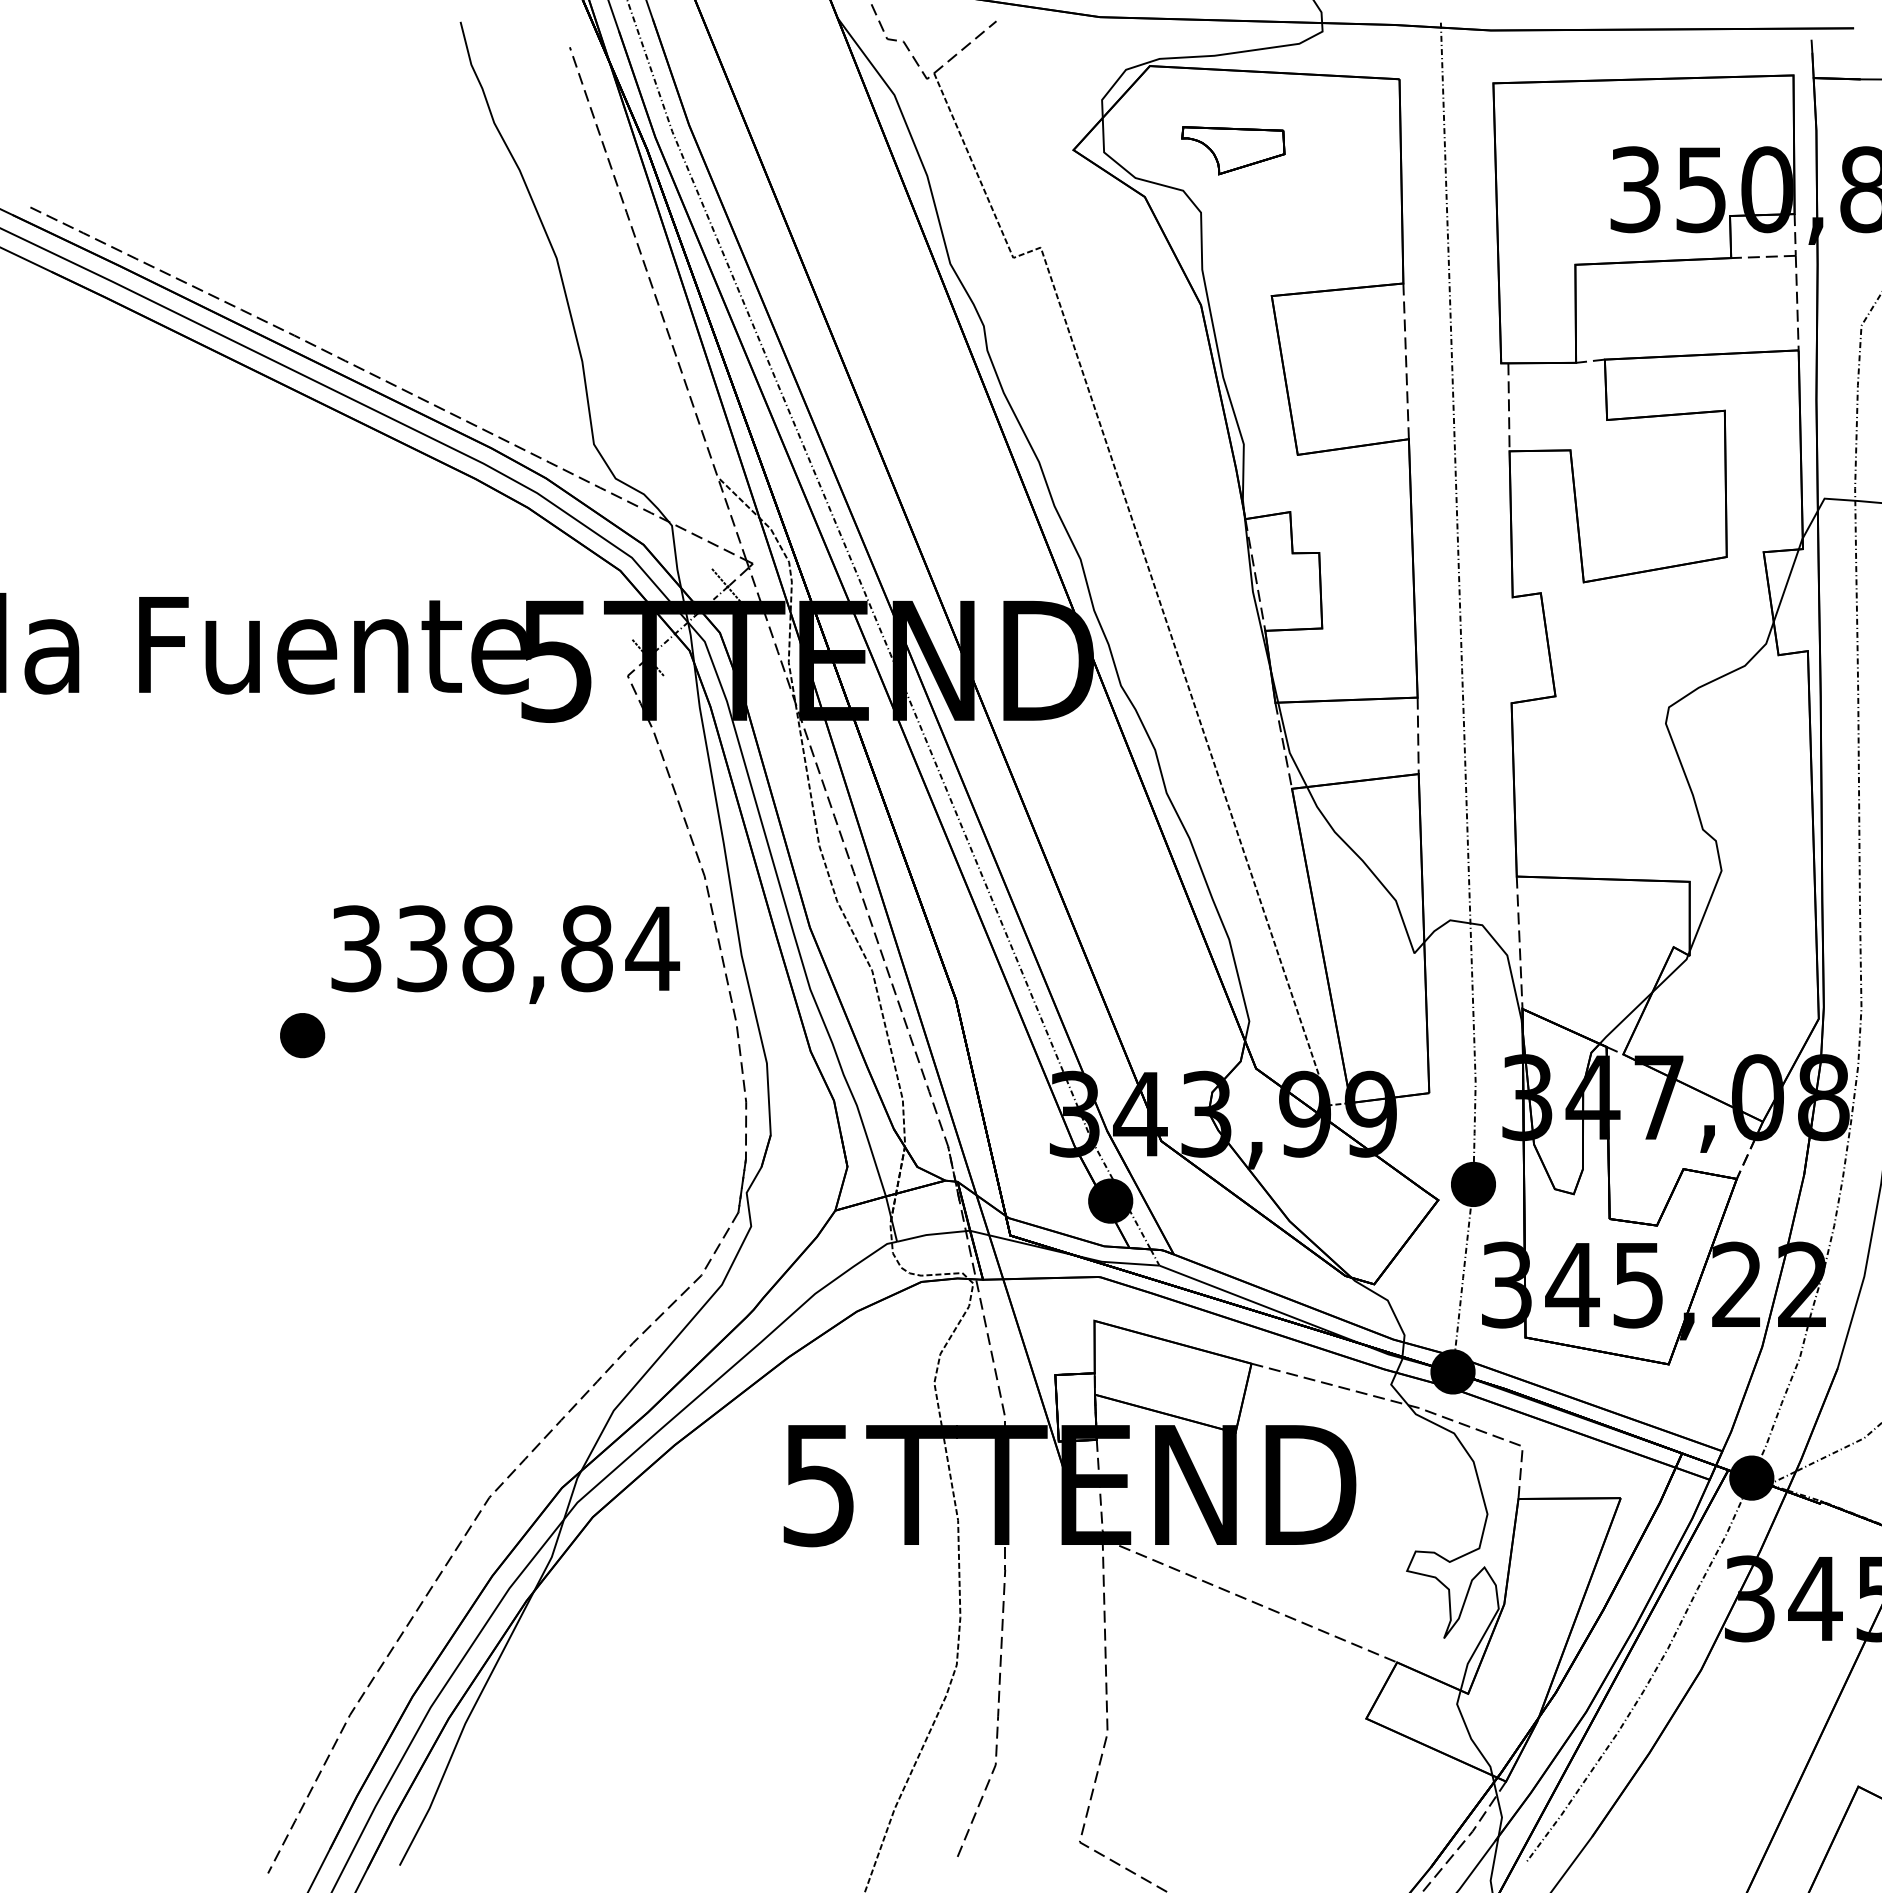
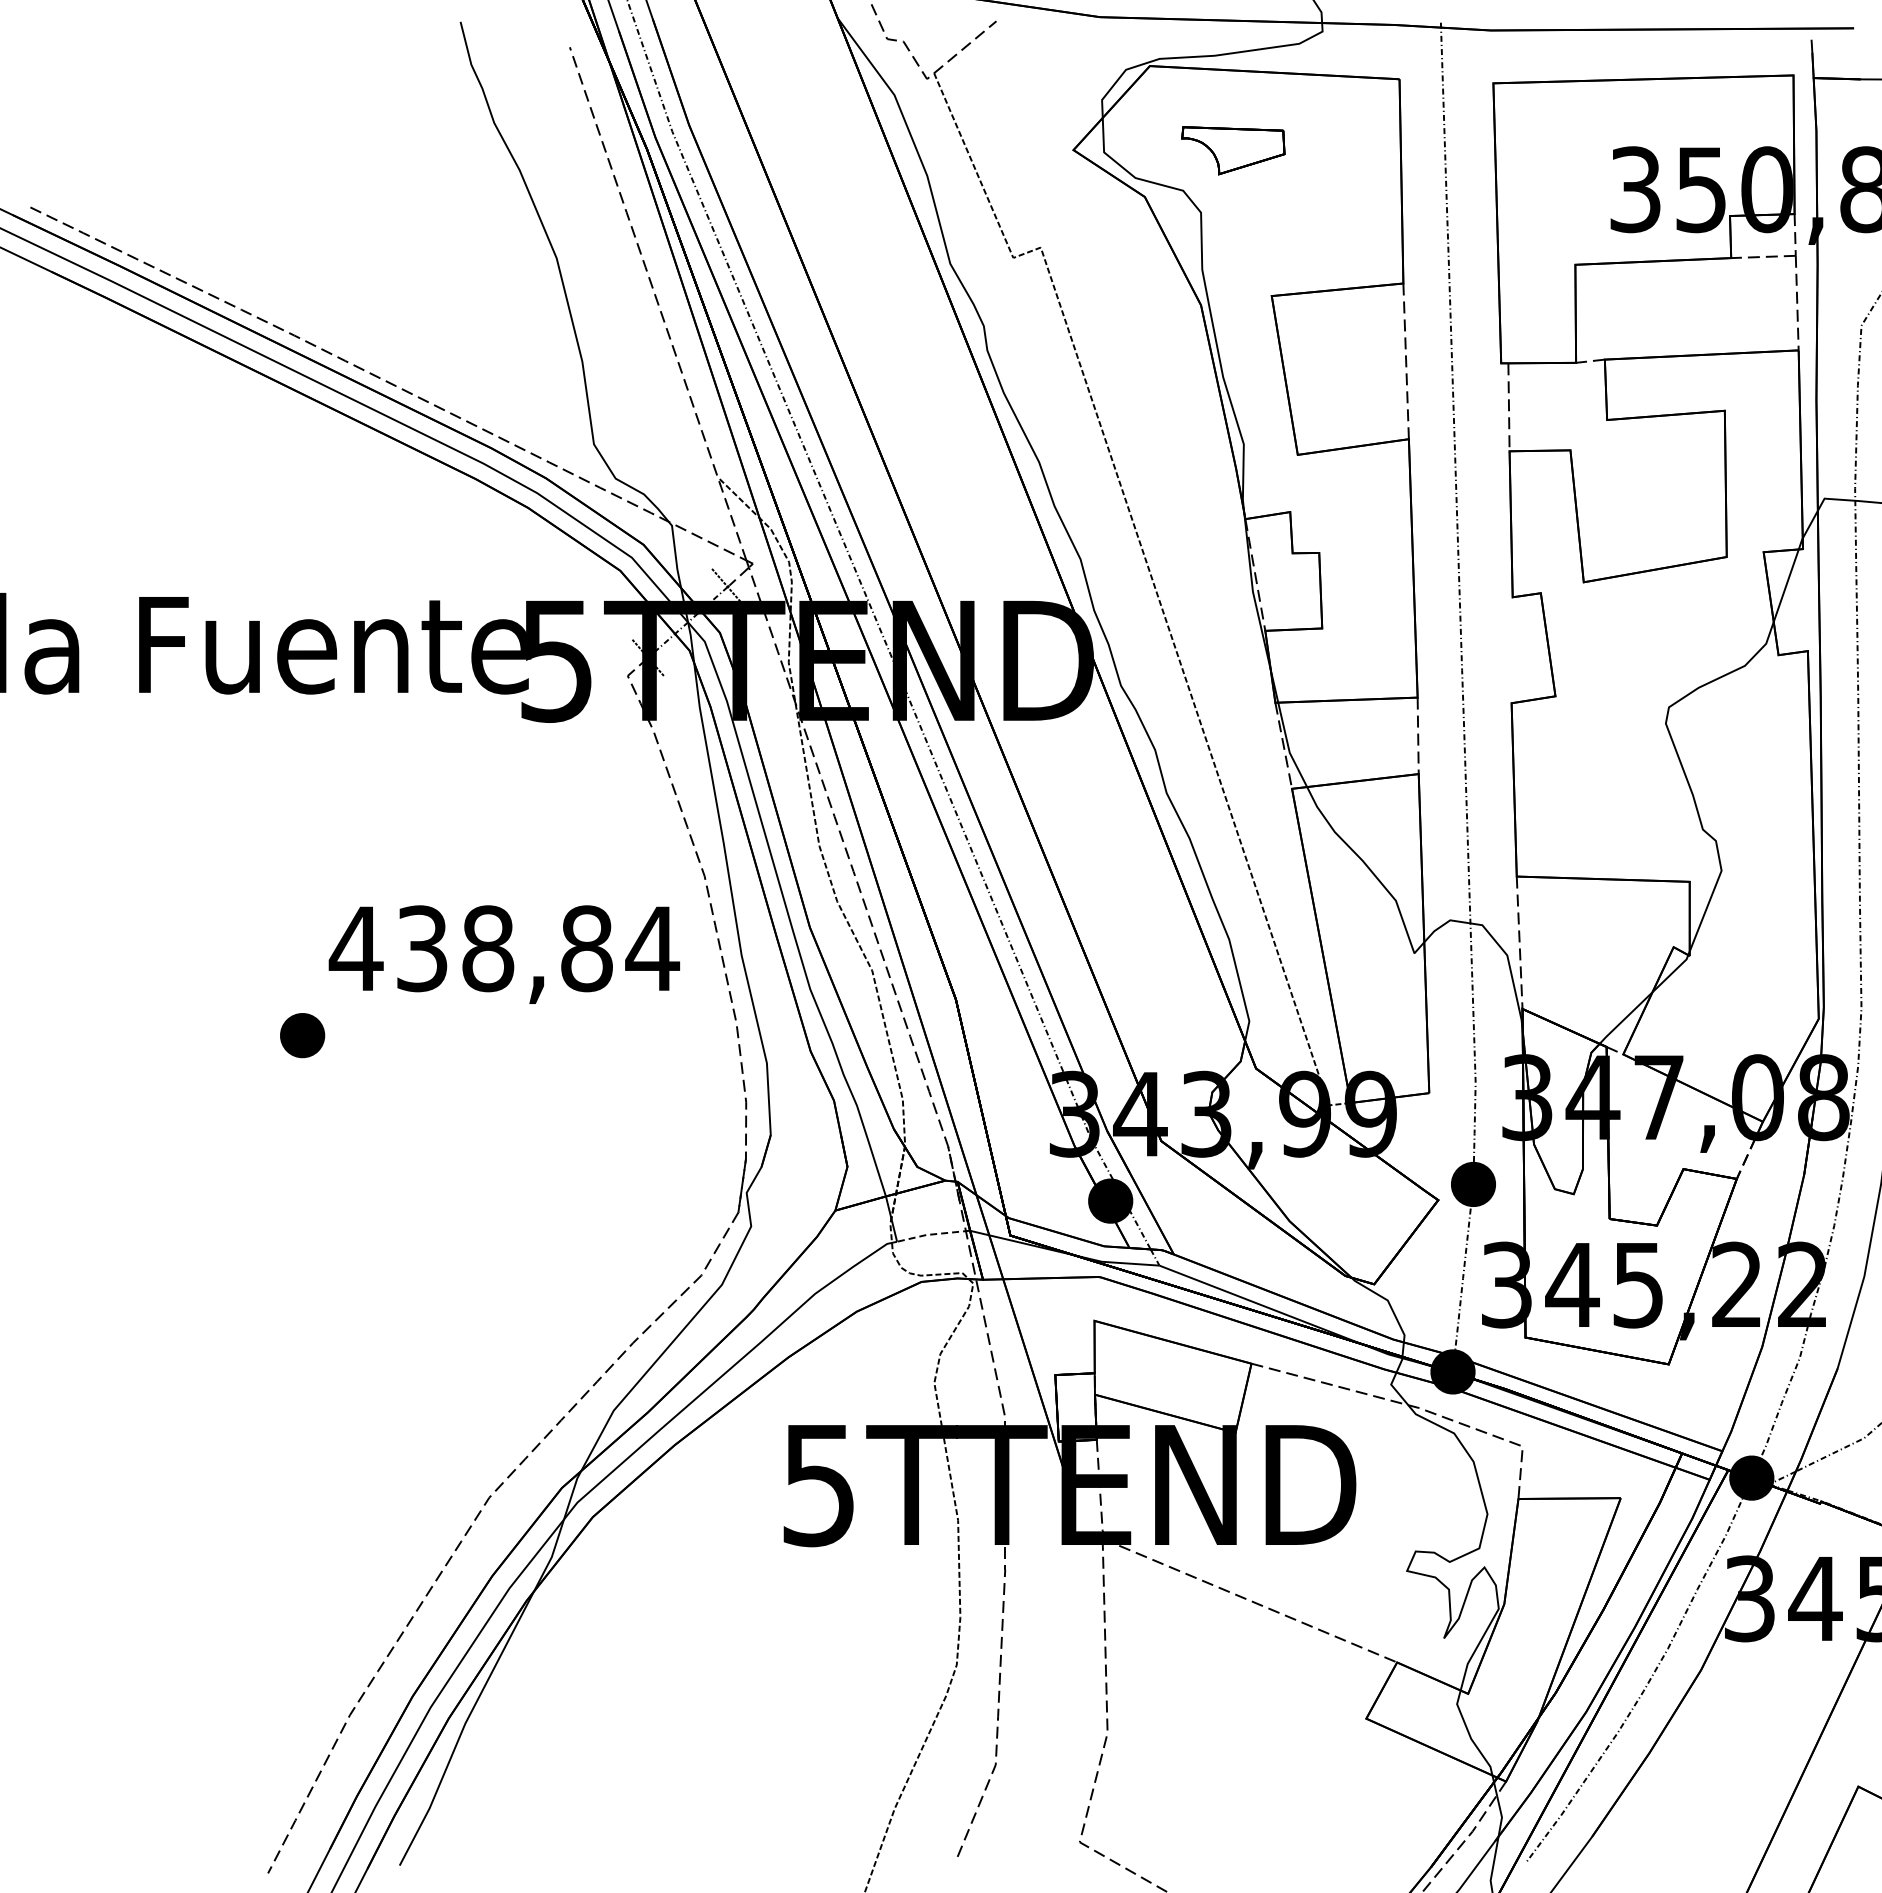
text at (355, 948): 338,84 -> 438,84
line at (932, 1234): solid -> dashed
